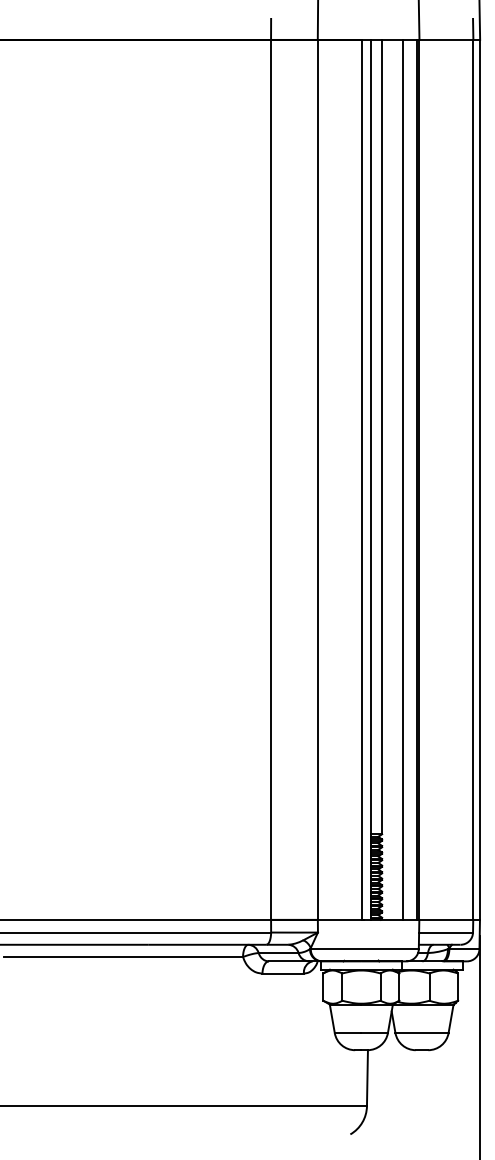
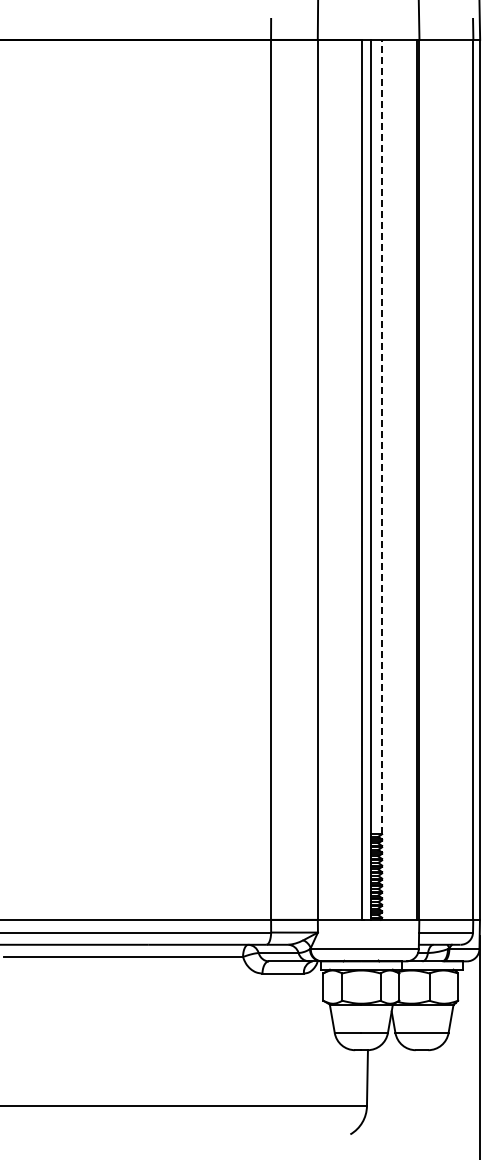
line at (382, 436): solid -> dashed
line at (402, 479): present -> none
